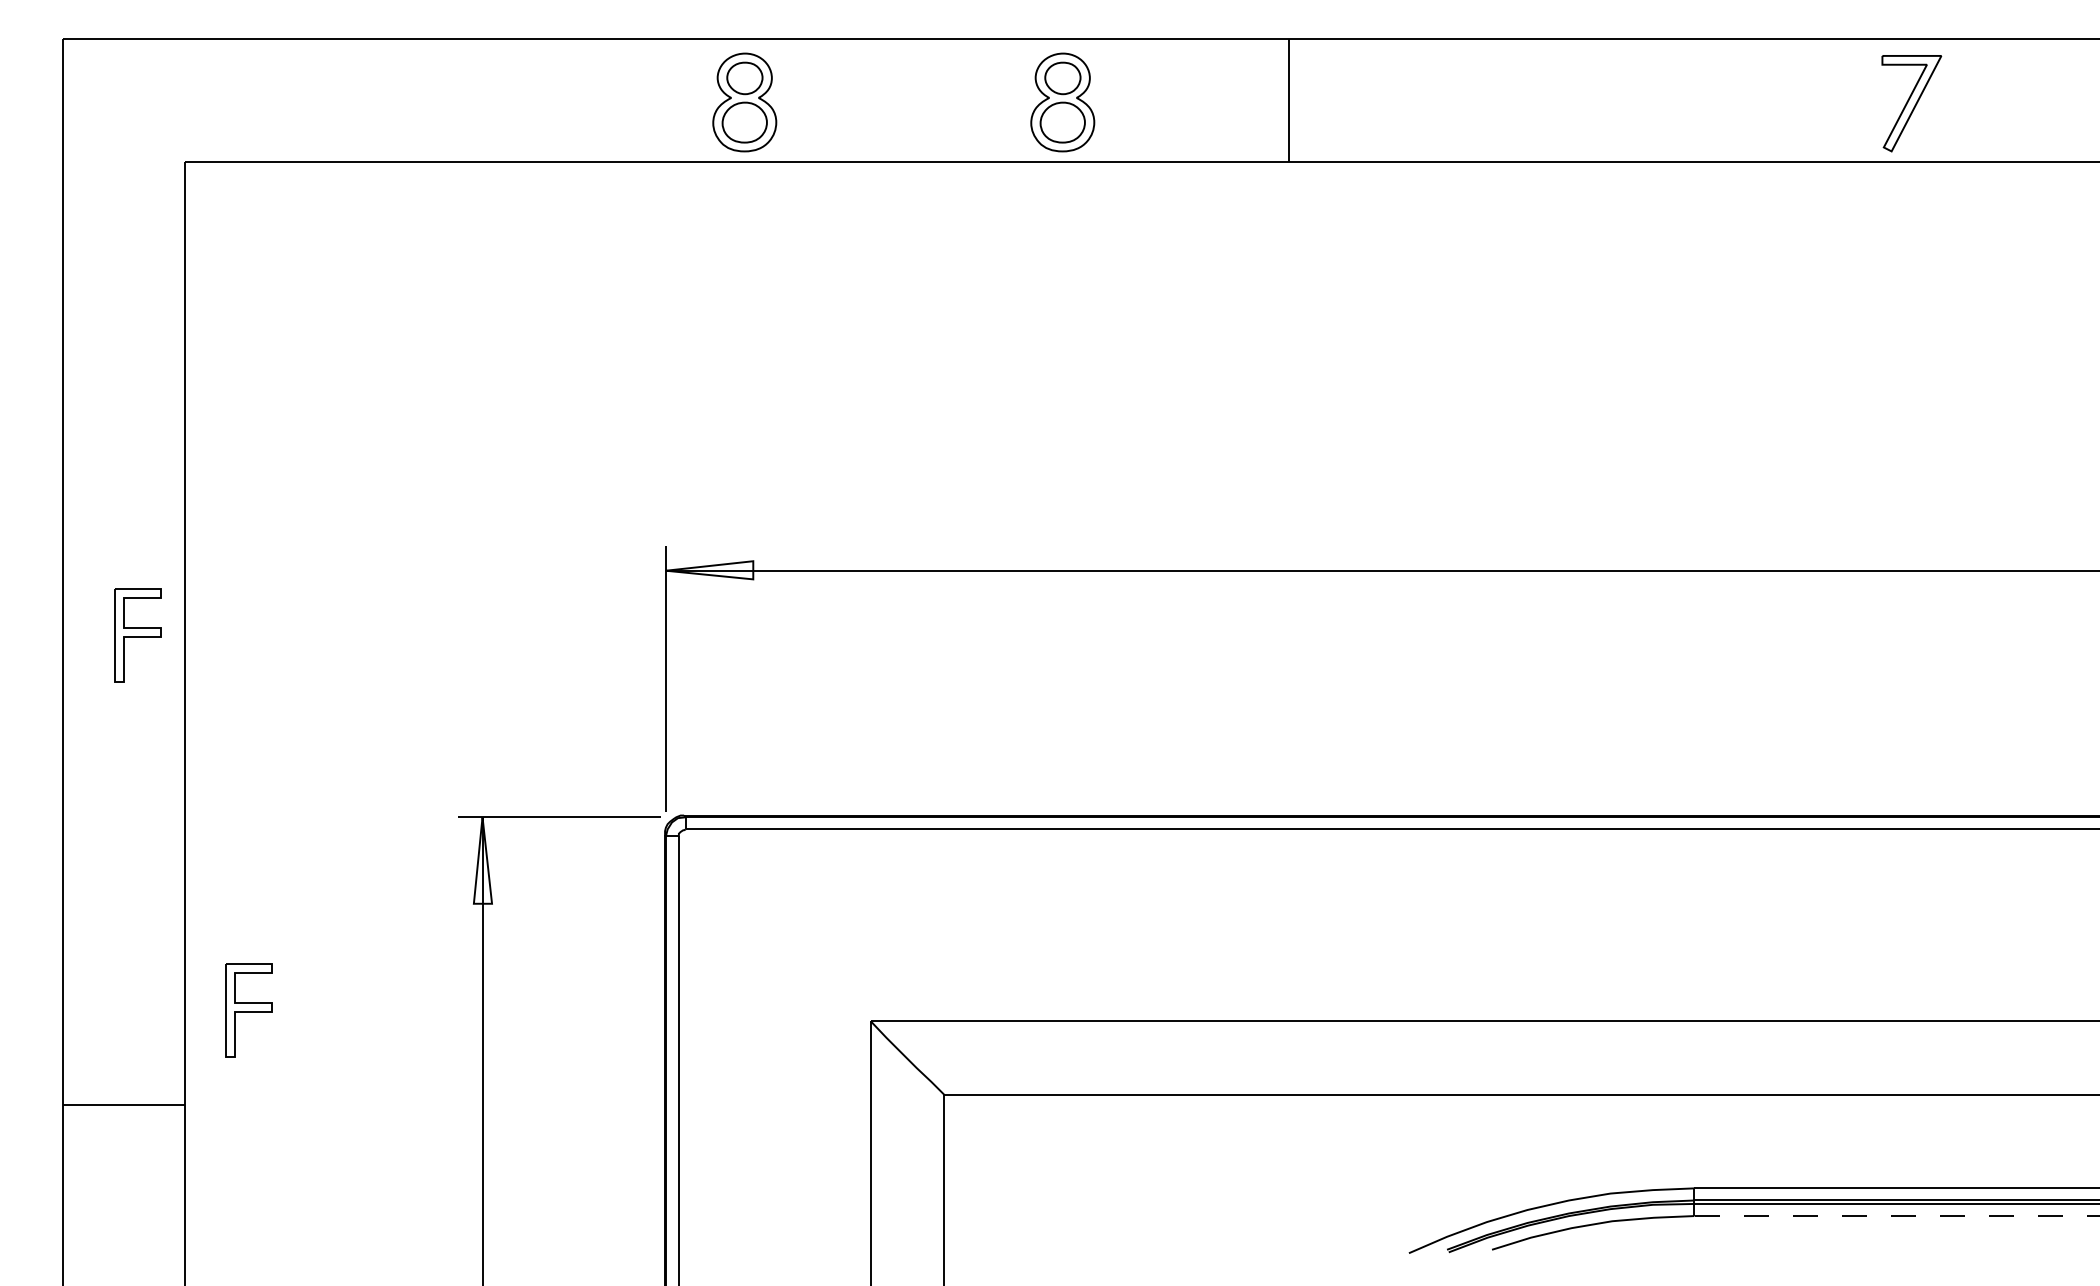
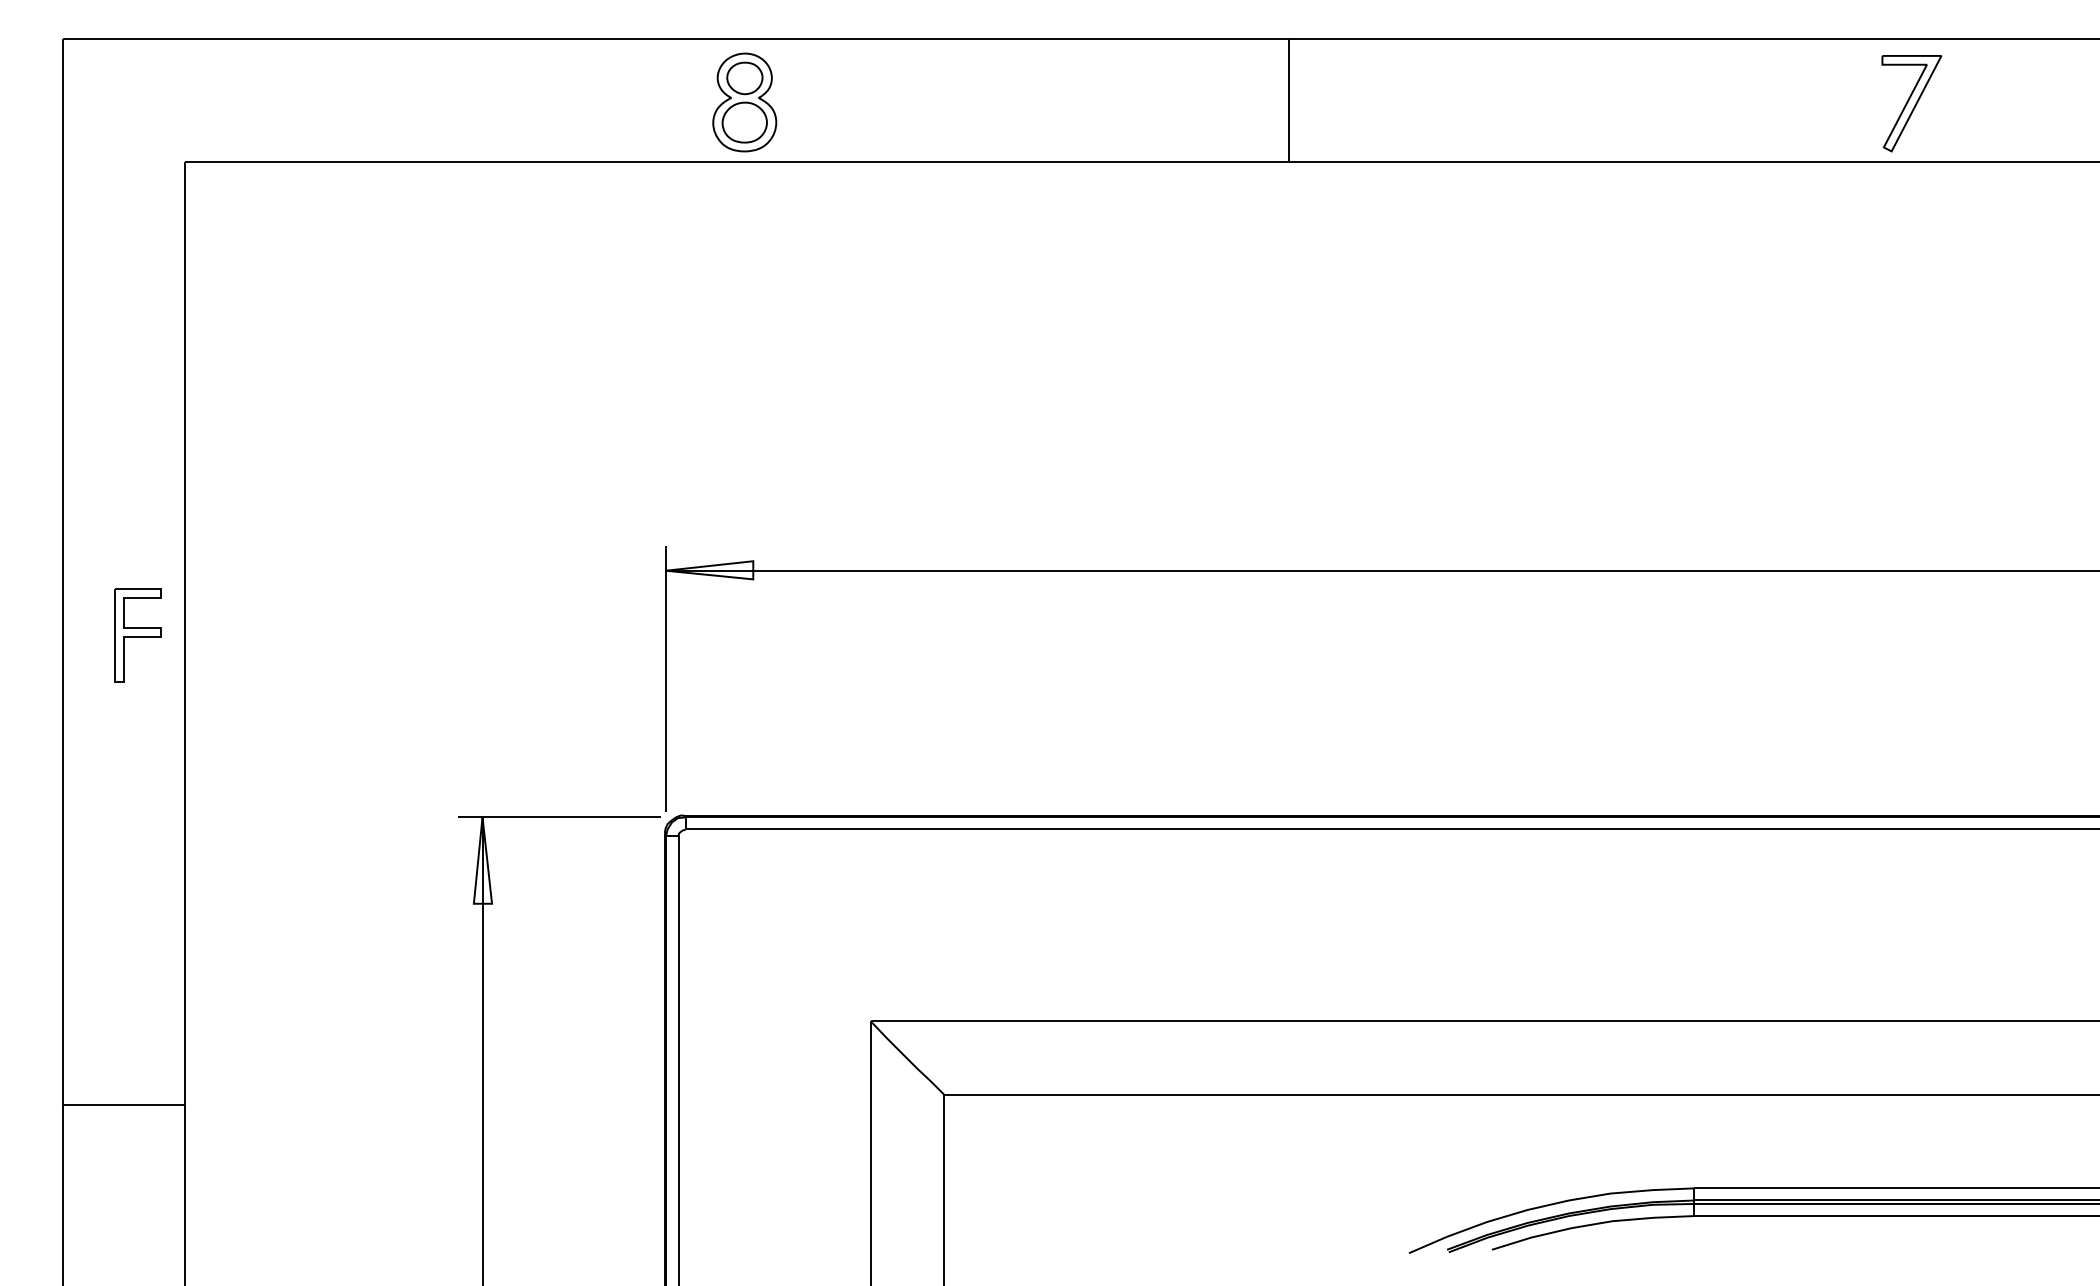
part at (1062, 102): present -> none
part at (248, 1010): present -> none
line at (1896, 1216): dashed -> solid
